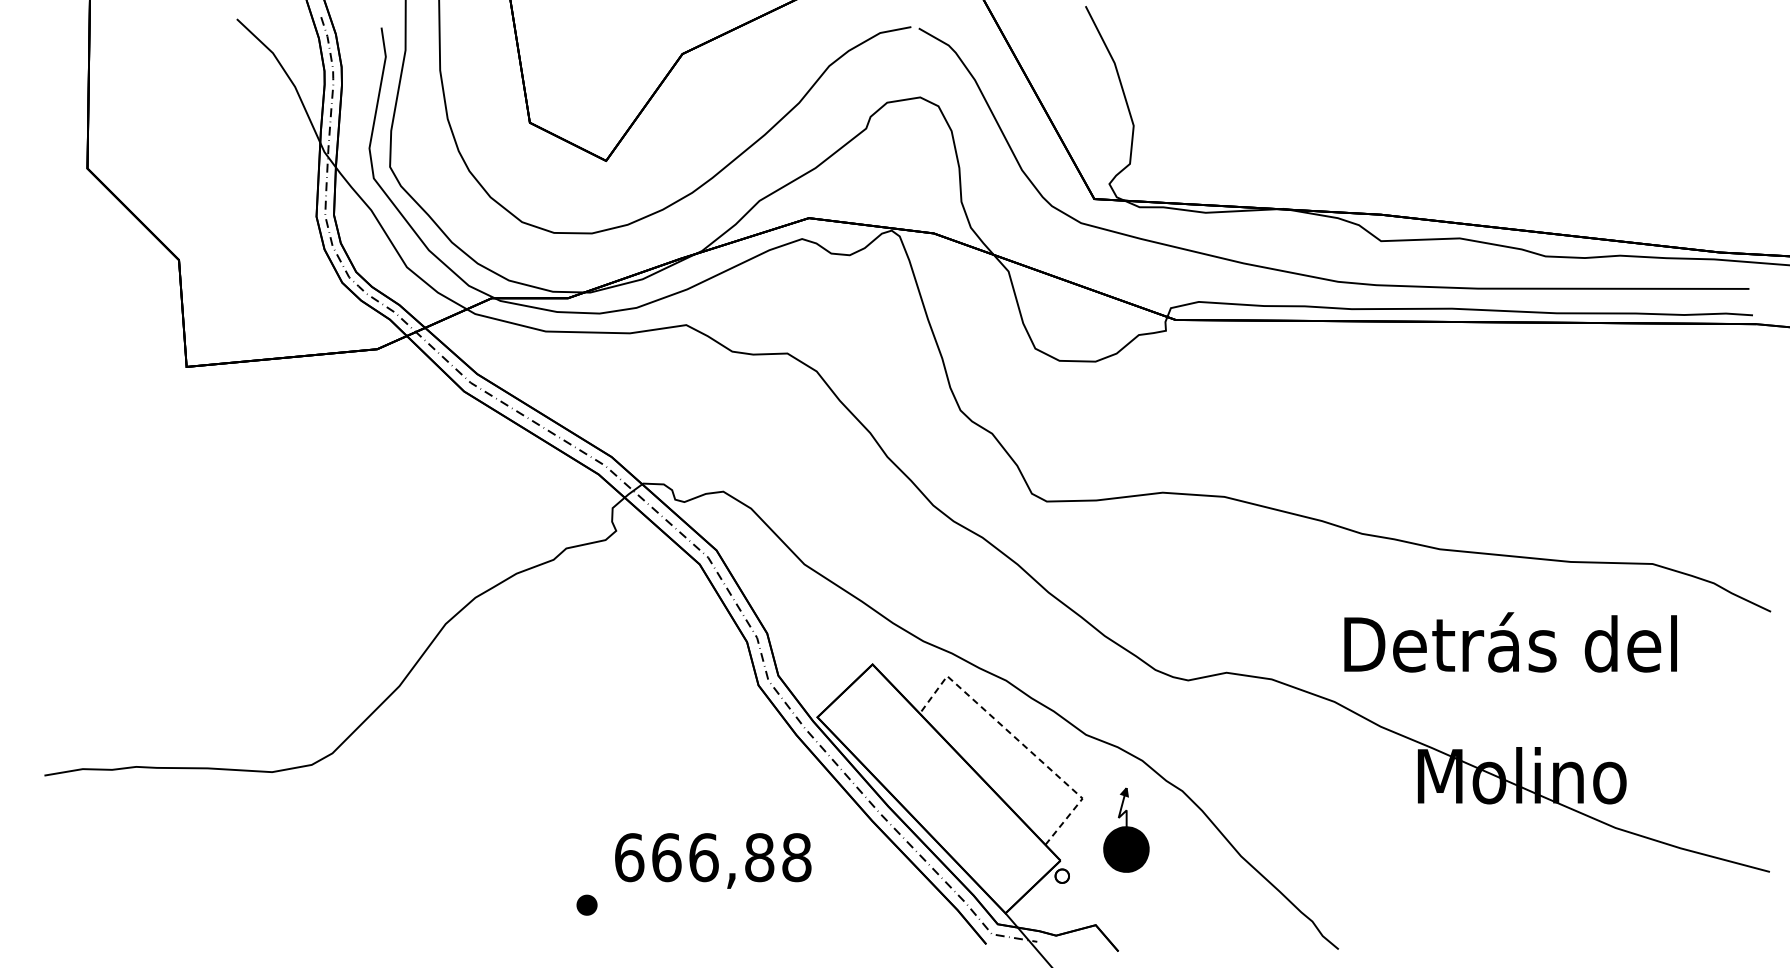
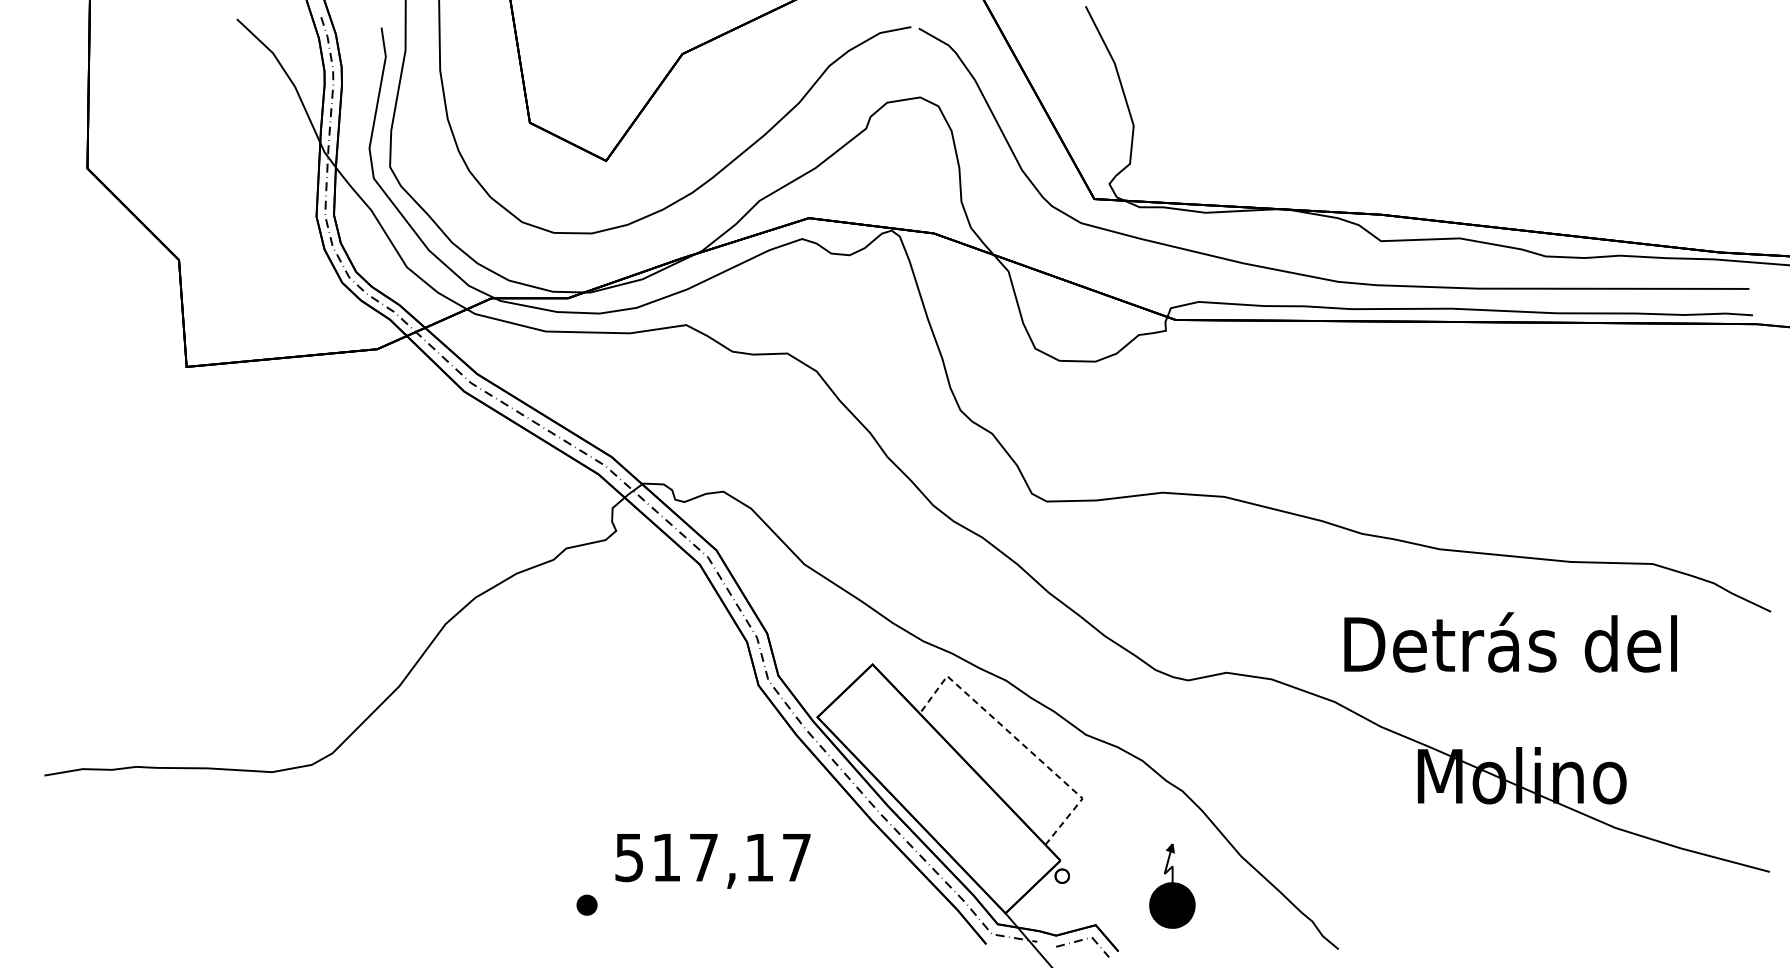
part at (1126, 829) position: (1126, 829) -> (1172, 885)
text at (713, 857): 666,88 -> 517,17
line at (1081, 941): none -> present
